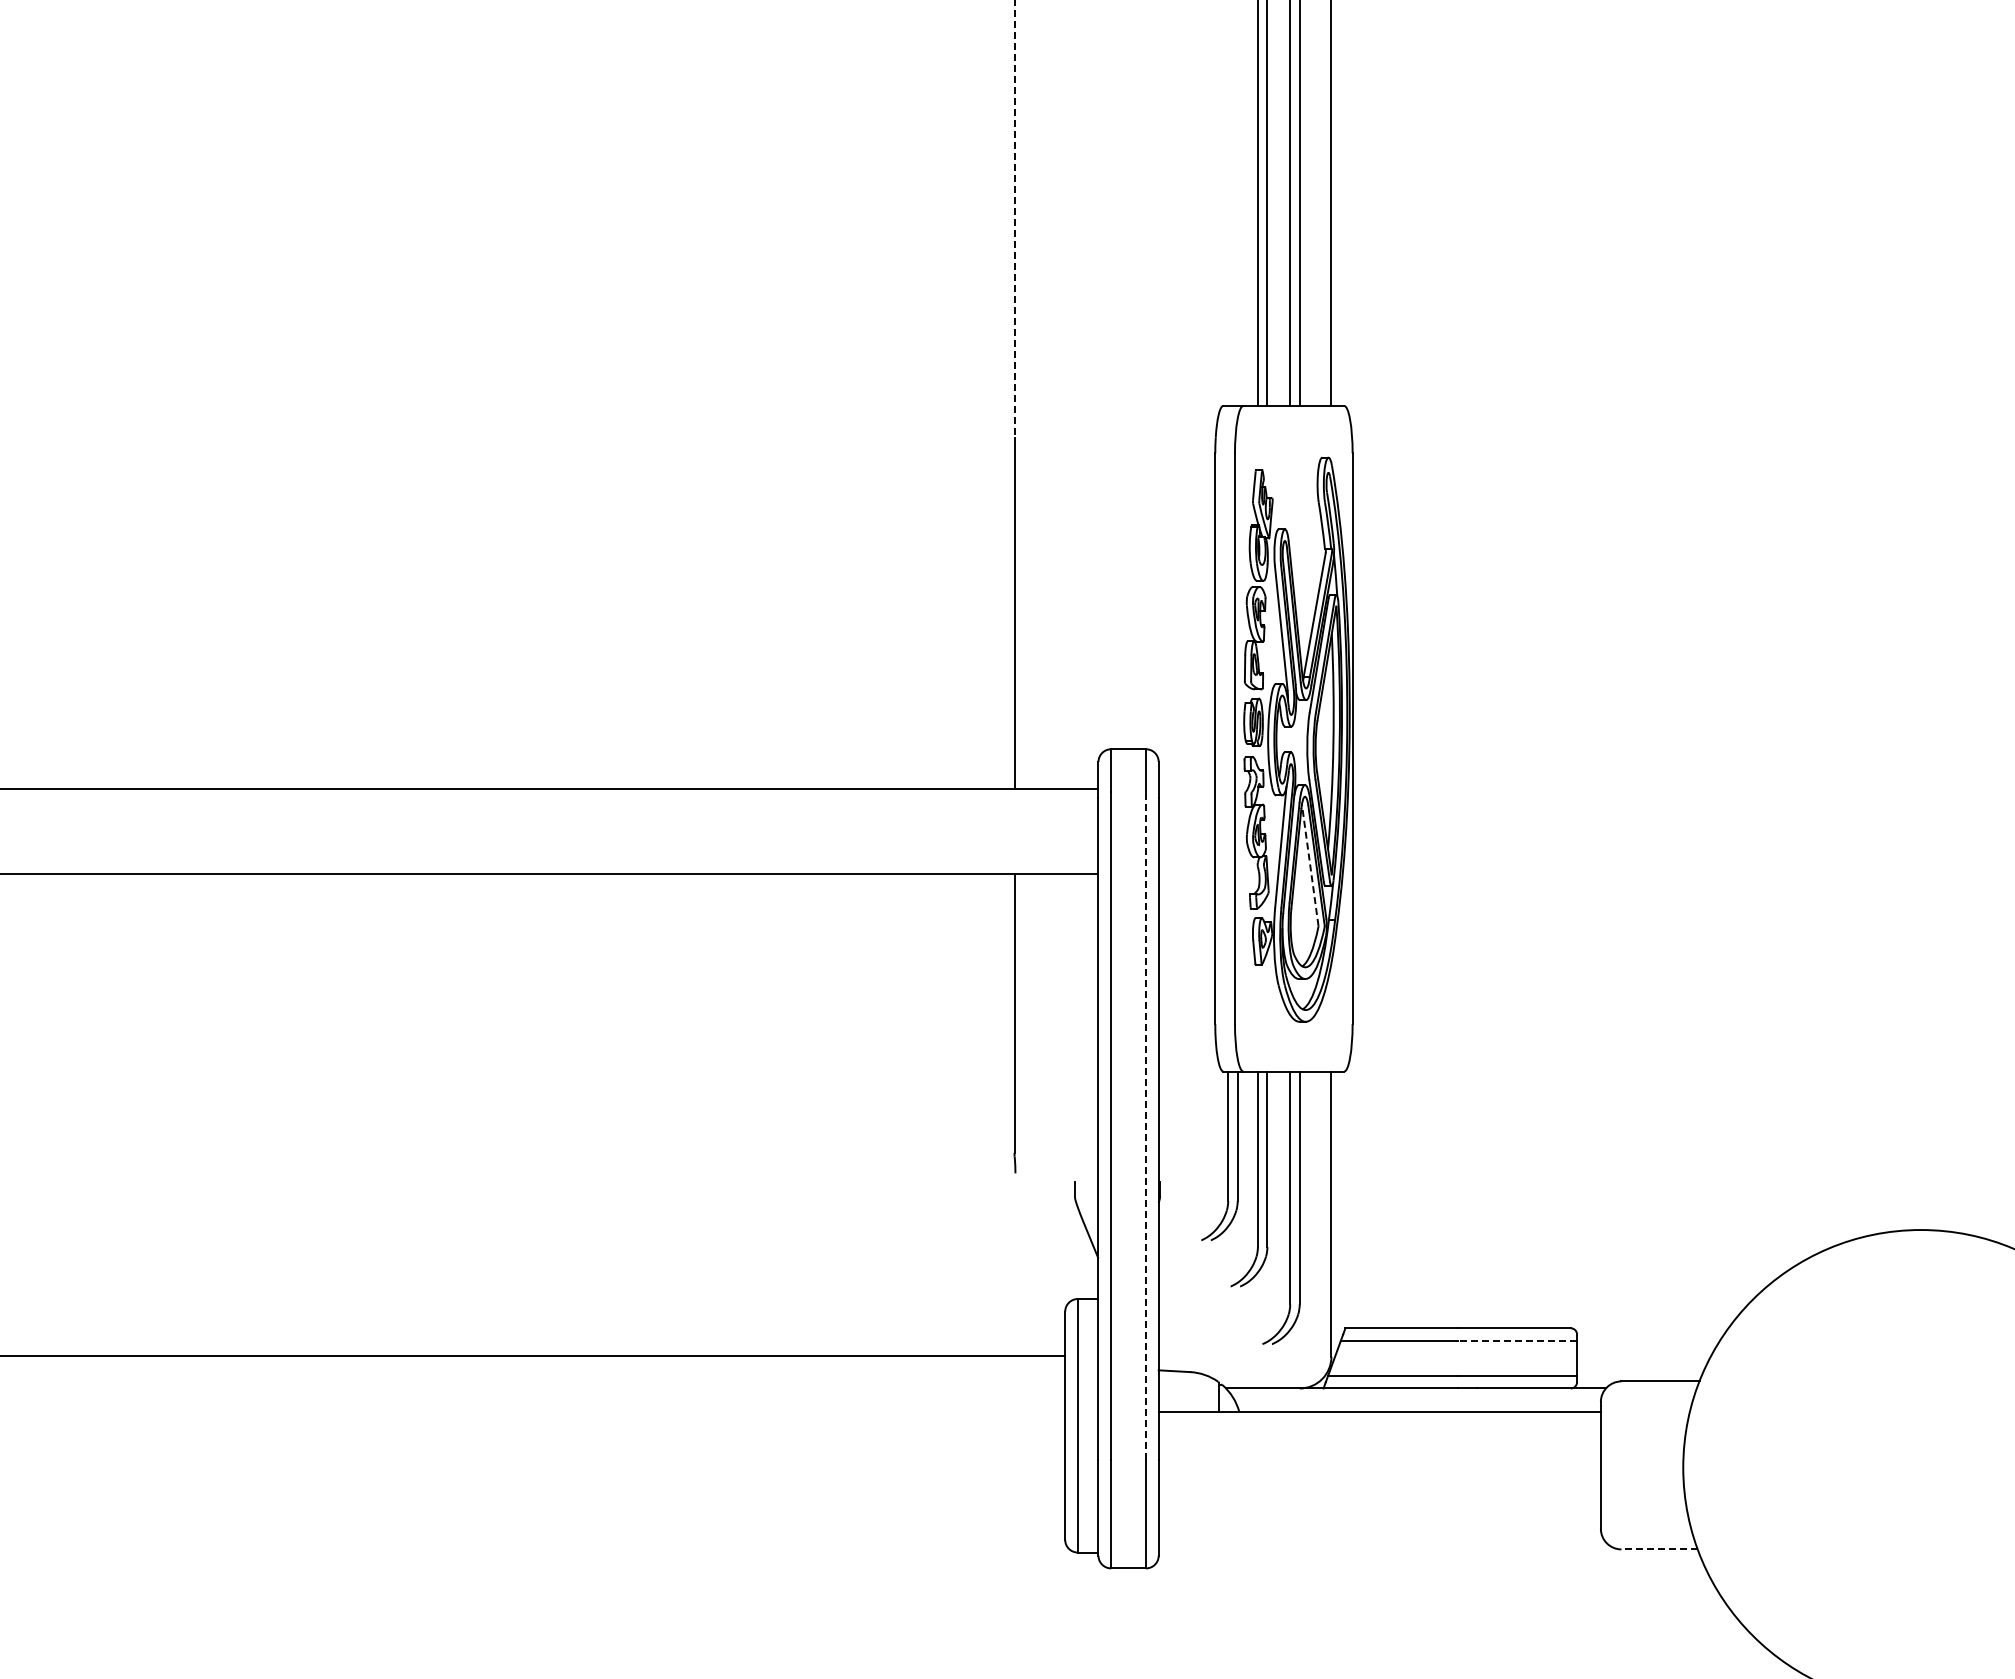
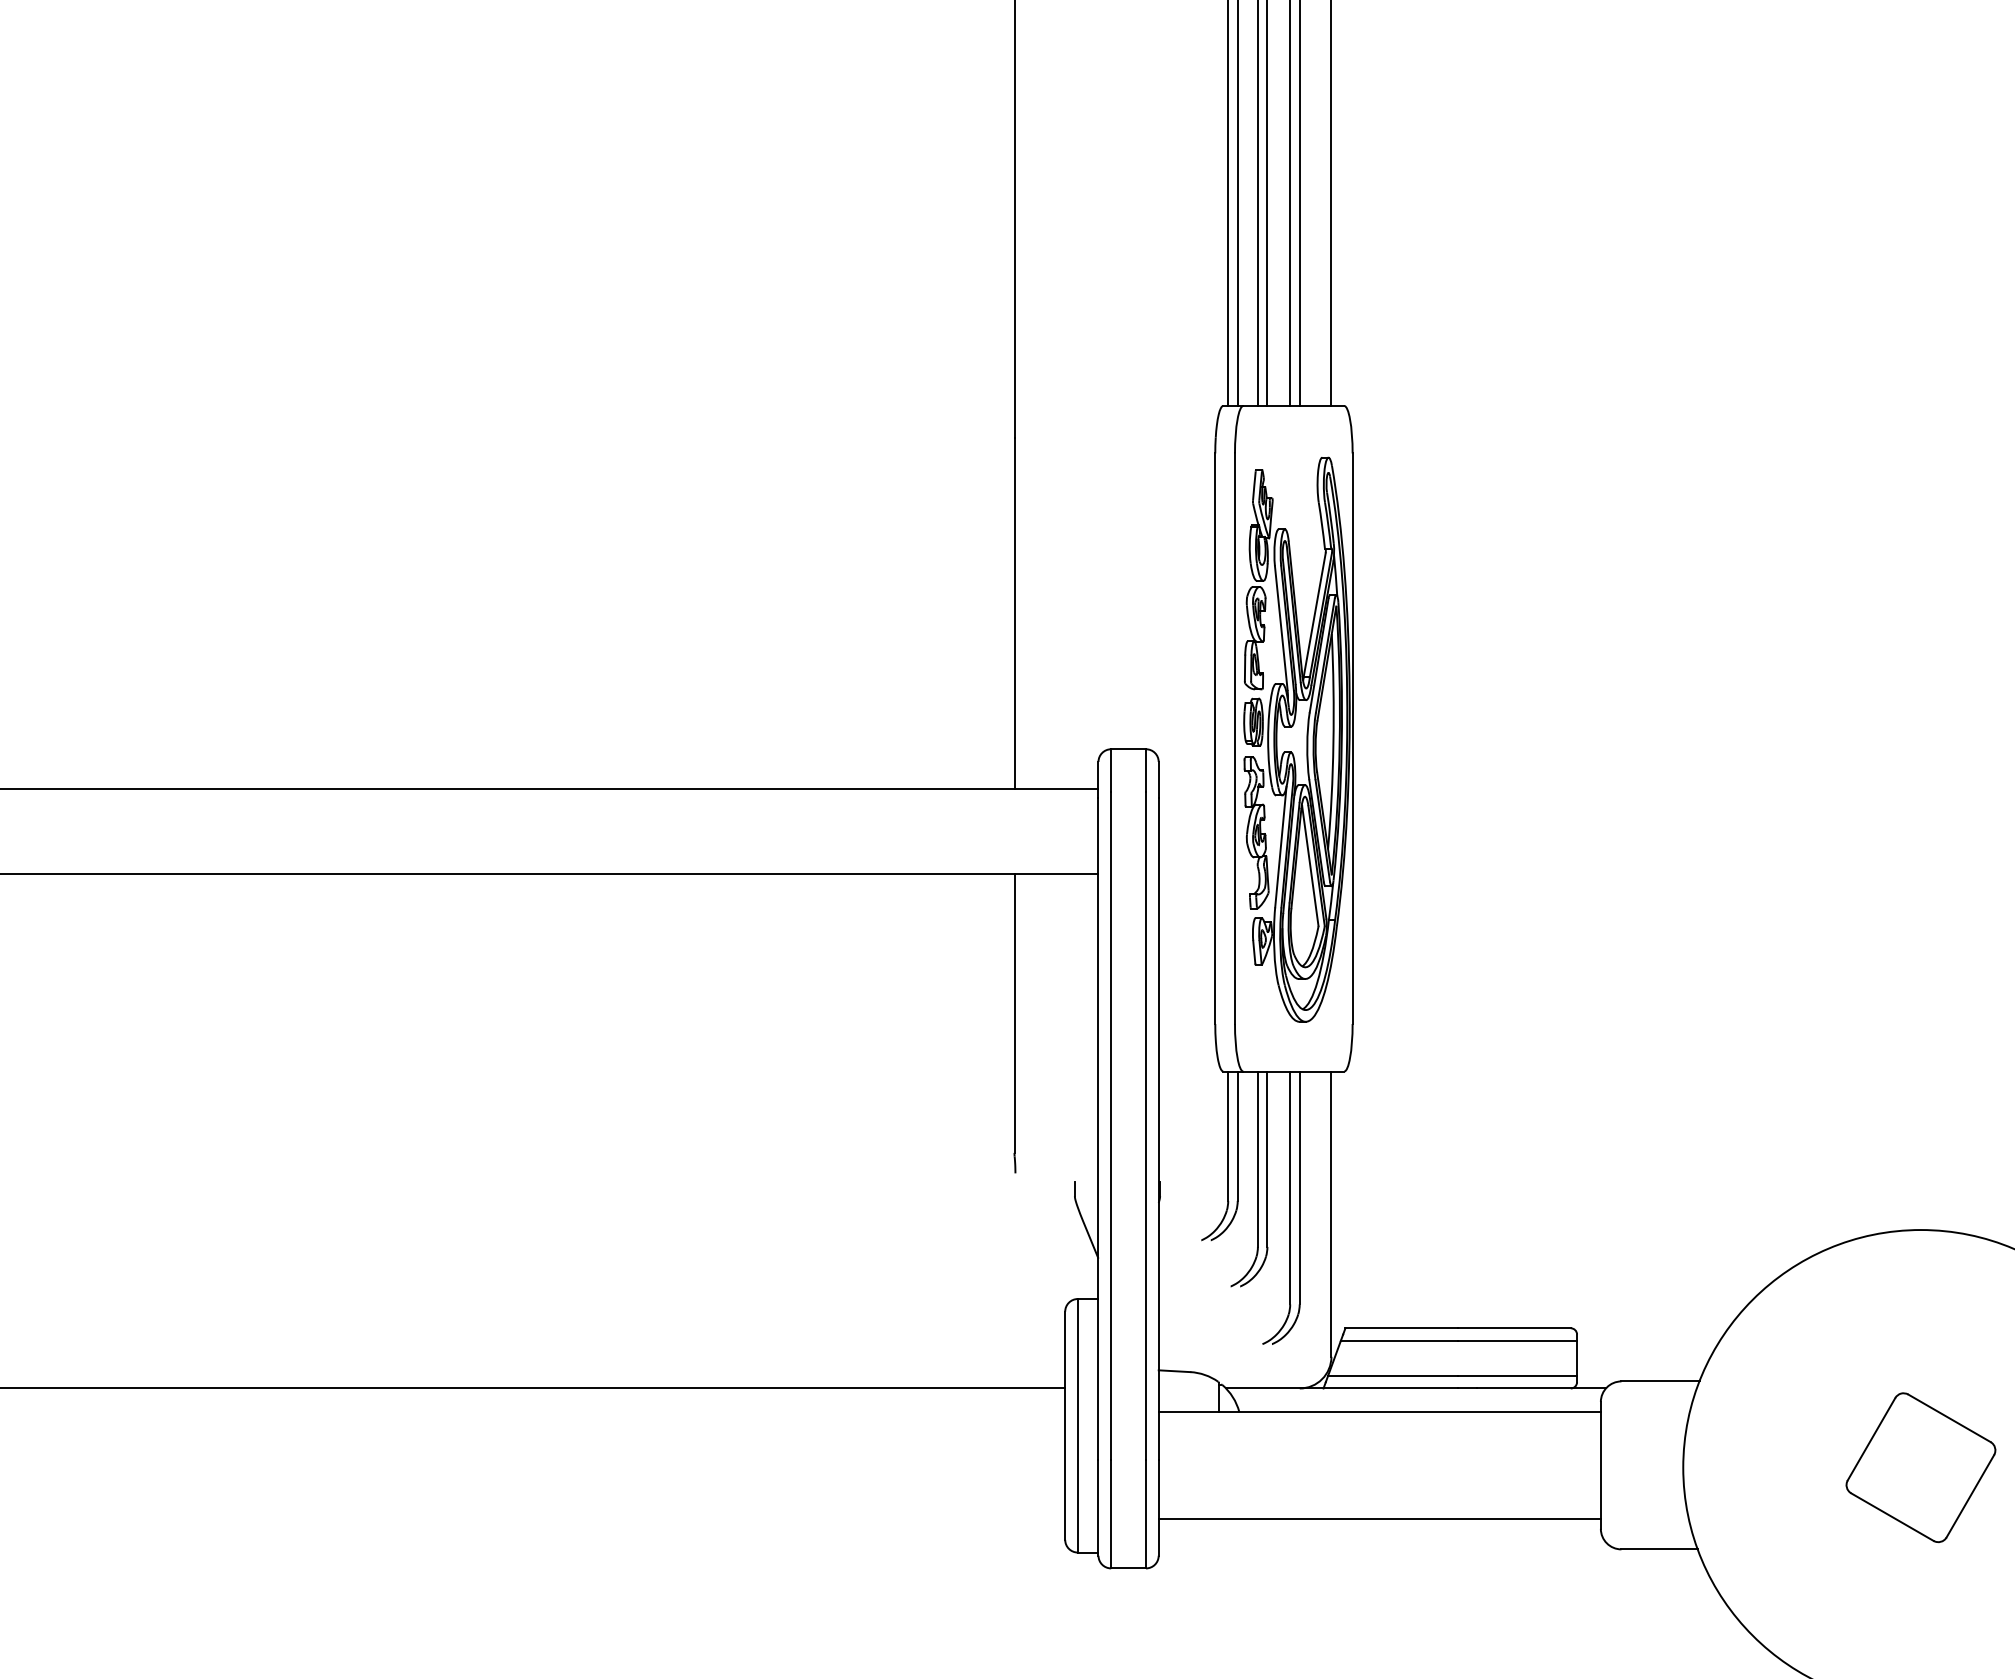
line at (1228, 203): none -> present
line at (1237, 203): none -> present
line at (1014, 219): dashed -> solid
line at (1310, 865): dashed -> solid
line at (1146, 1126): dashed -> solid
line at (1517, 1340): dashed -> solid
line at (533, 1356) position: (533, 1356) -> (533, 1388)
part at (1920, 1467): none -> present
line at (1379, 1518): none -> present
line at (1659, 1549): dashed -> solid
